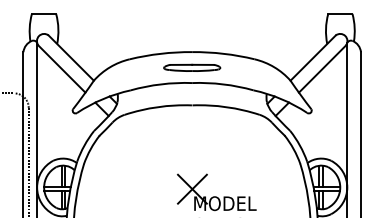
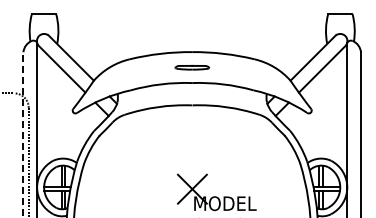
part at (192, 67) size: 59x9 px -> 36x7 px
line at (23, 134): solid -> dashed
